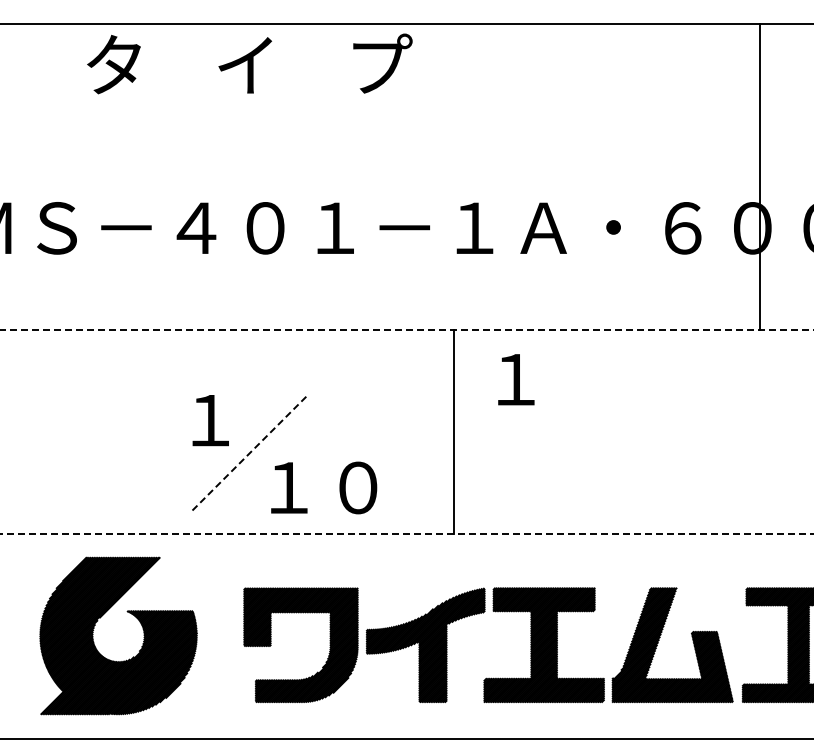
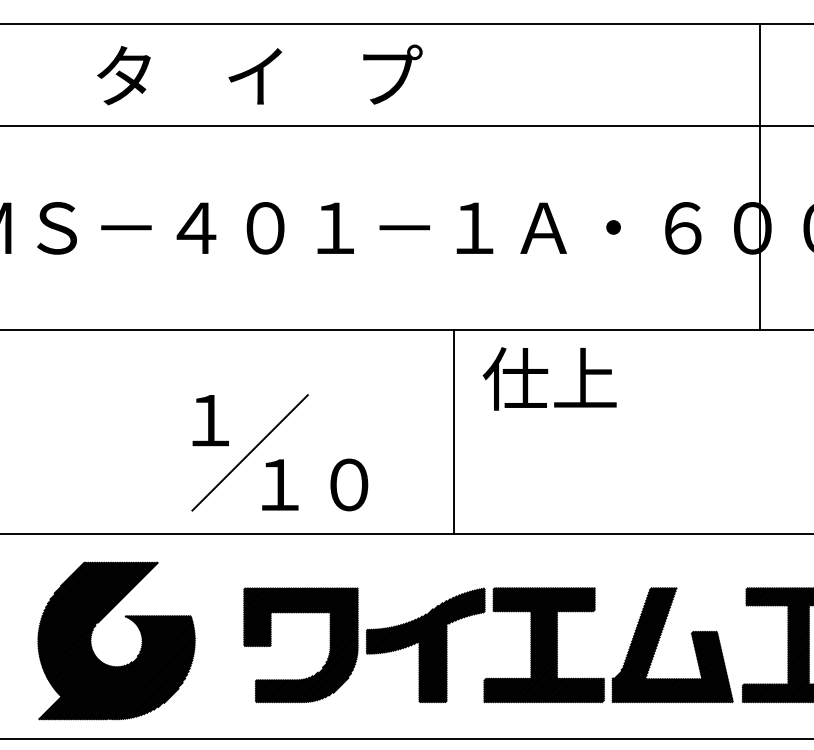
text at (249, 63) position: (249, 63) -> (259, 74)
line at (406, 126): none -> present
line at (407, 330): dashed -> solid
text at (549, 378): １ -> 仕上
line at (250, 452): dashed -> solid
text at (324, 487) position: (324, 487) -> (315, 484)
line at (407, 534): dashed -> solid
part at (132, 615) position: (132, 615) -> (130, 620)
